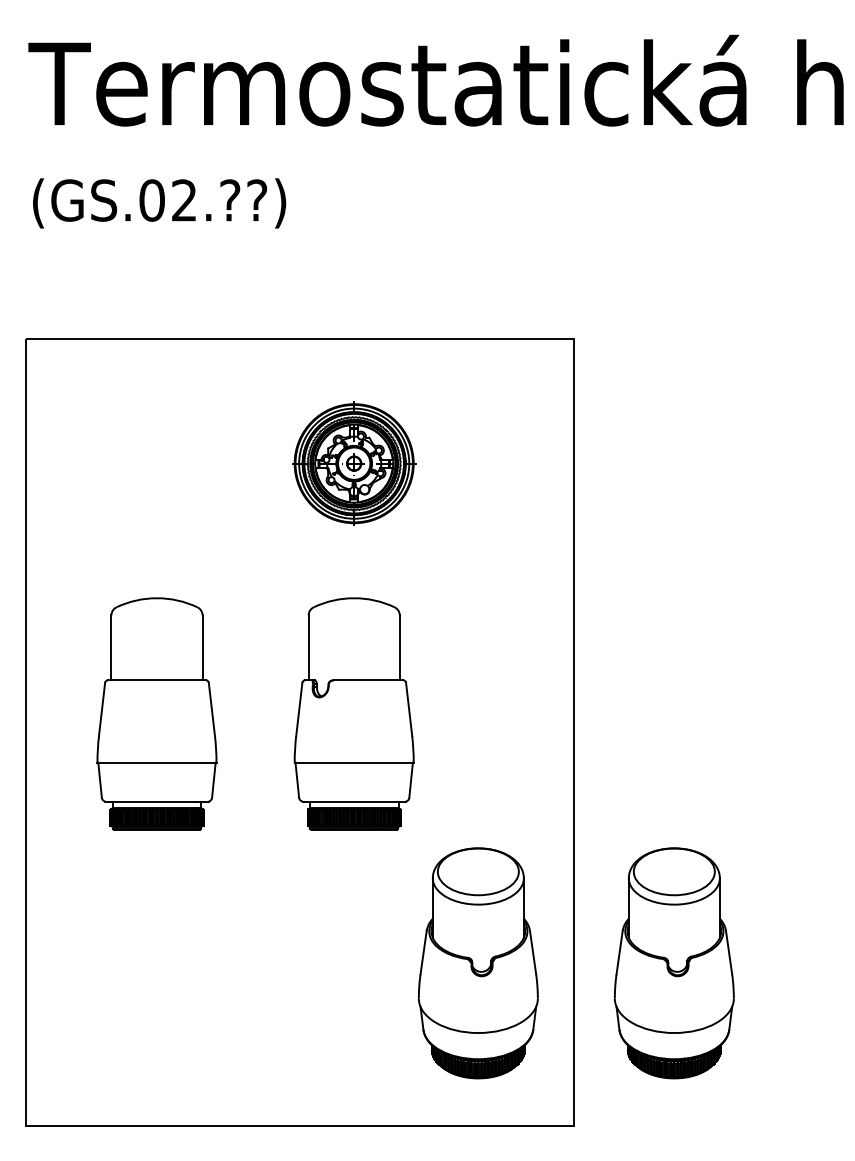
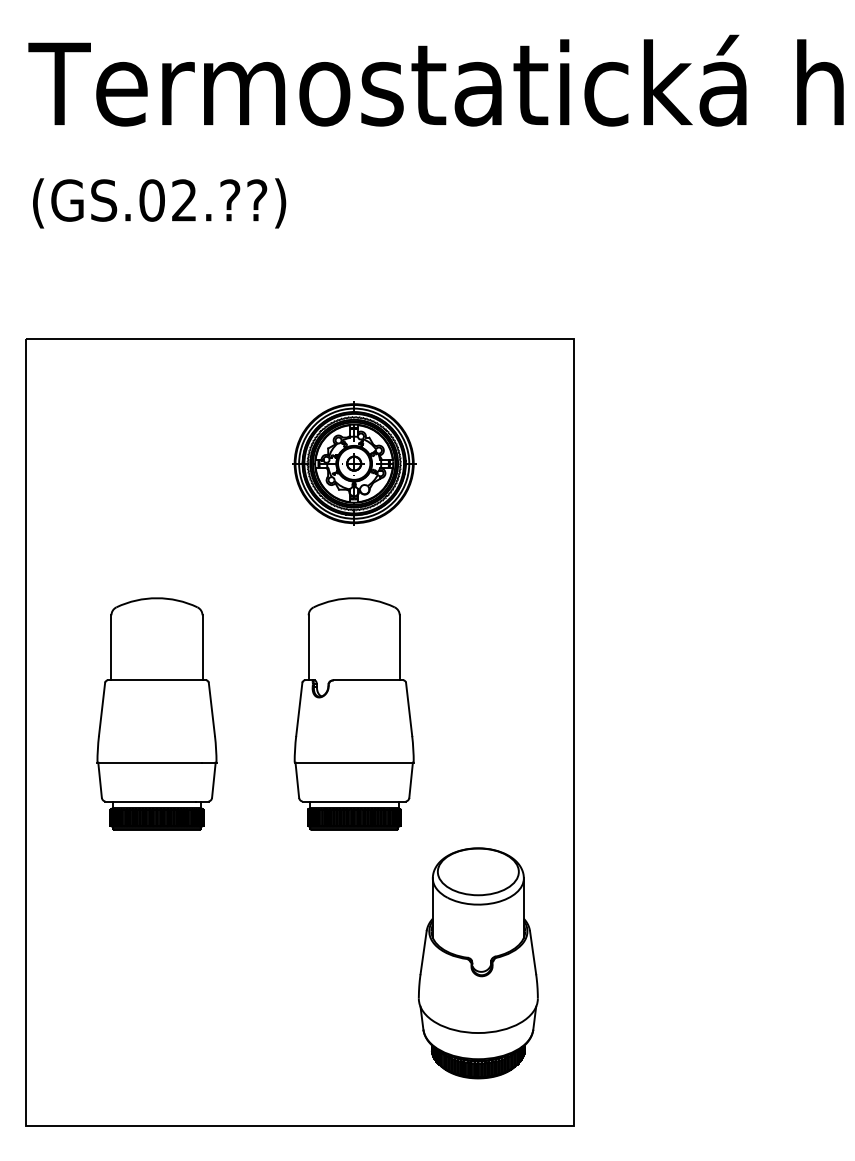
part at (674, 963): present -> none
